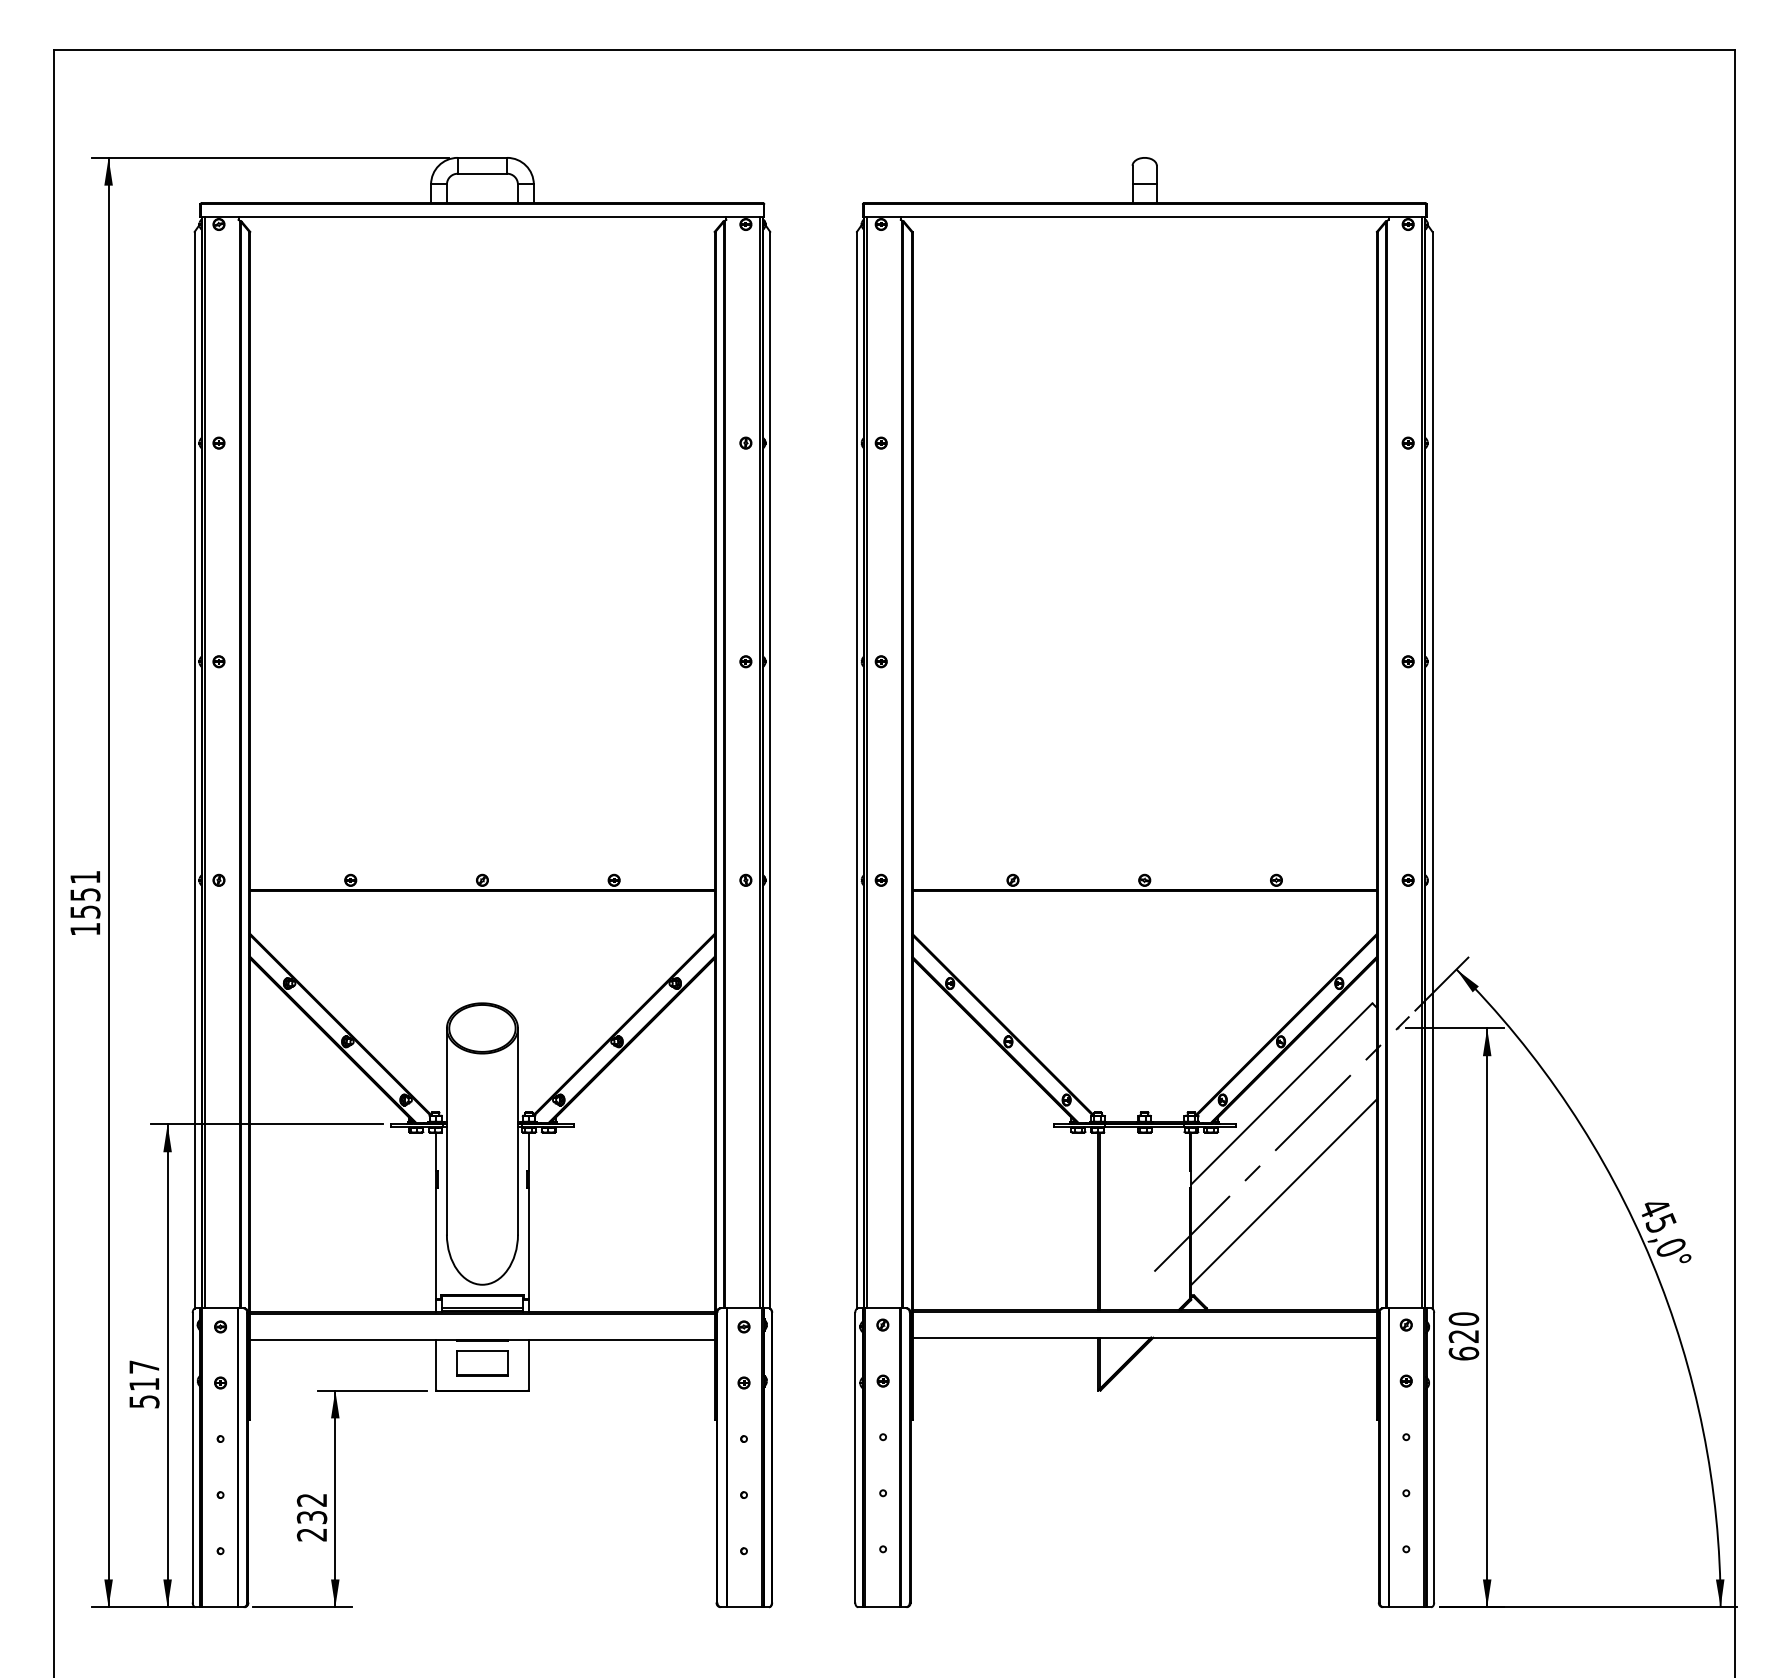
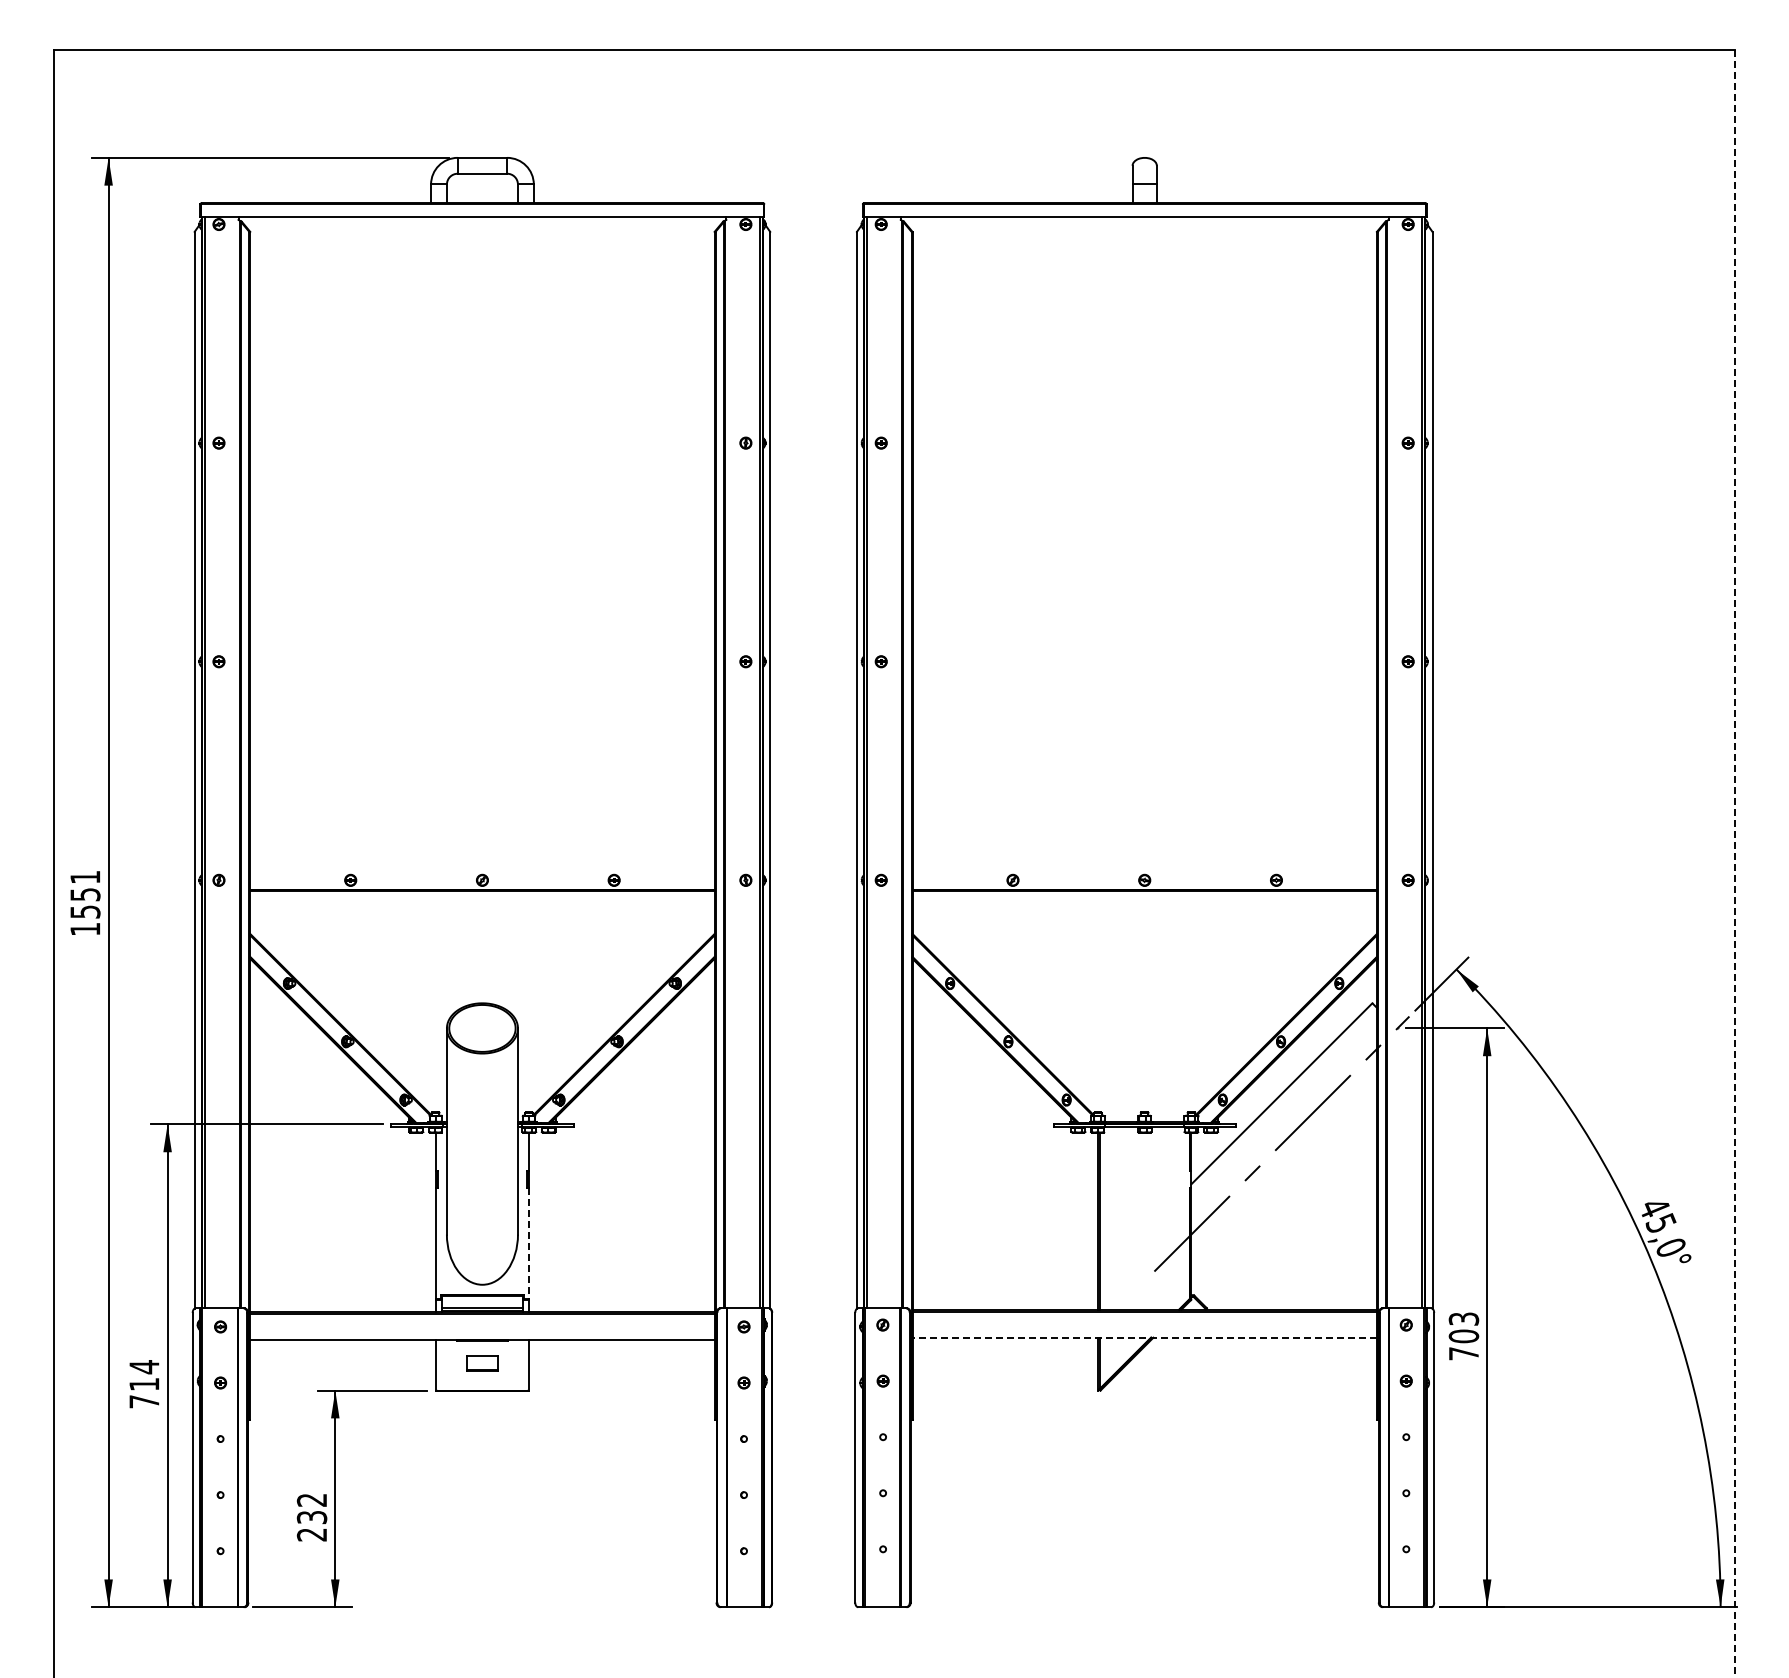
line at (1735, 863): solid -> dashed
line at (1283, 1191): present -> none
line at (529, 1244): solid -> dashed
text at (1463, 1336): 620 -> 703
line at (1144, 1337): solid -> dashed
part at (482, 1363) size: 53x27 px -> 33x17 px
text at (144, 1384): 517 -> 714
